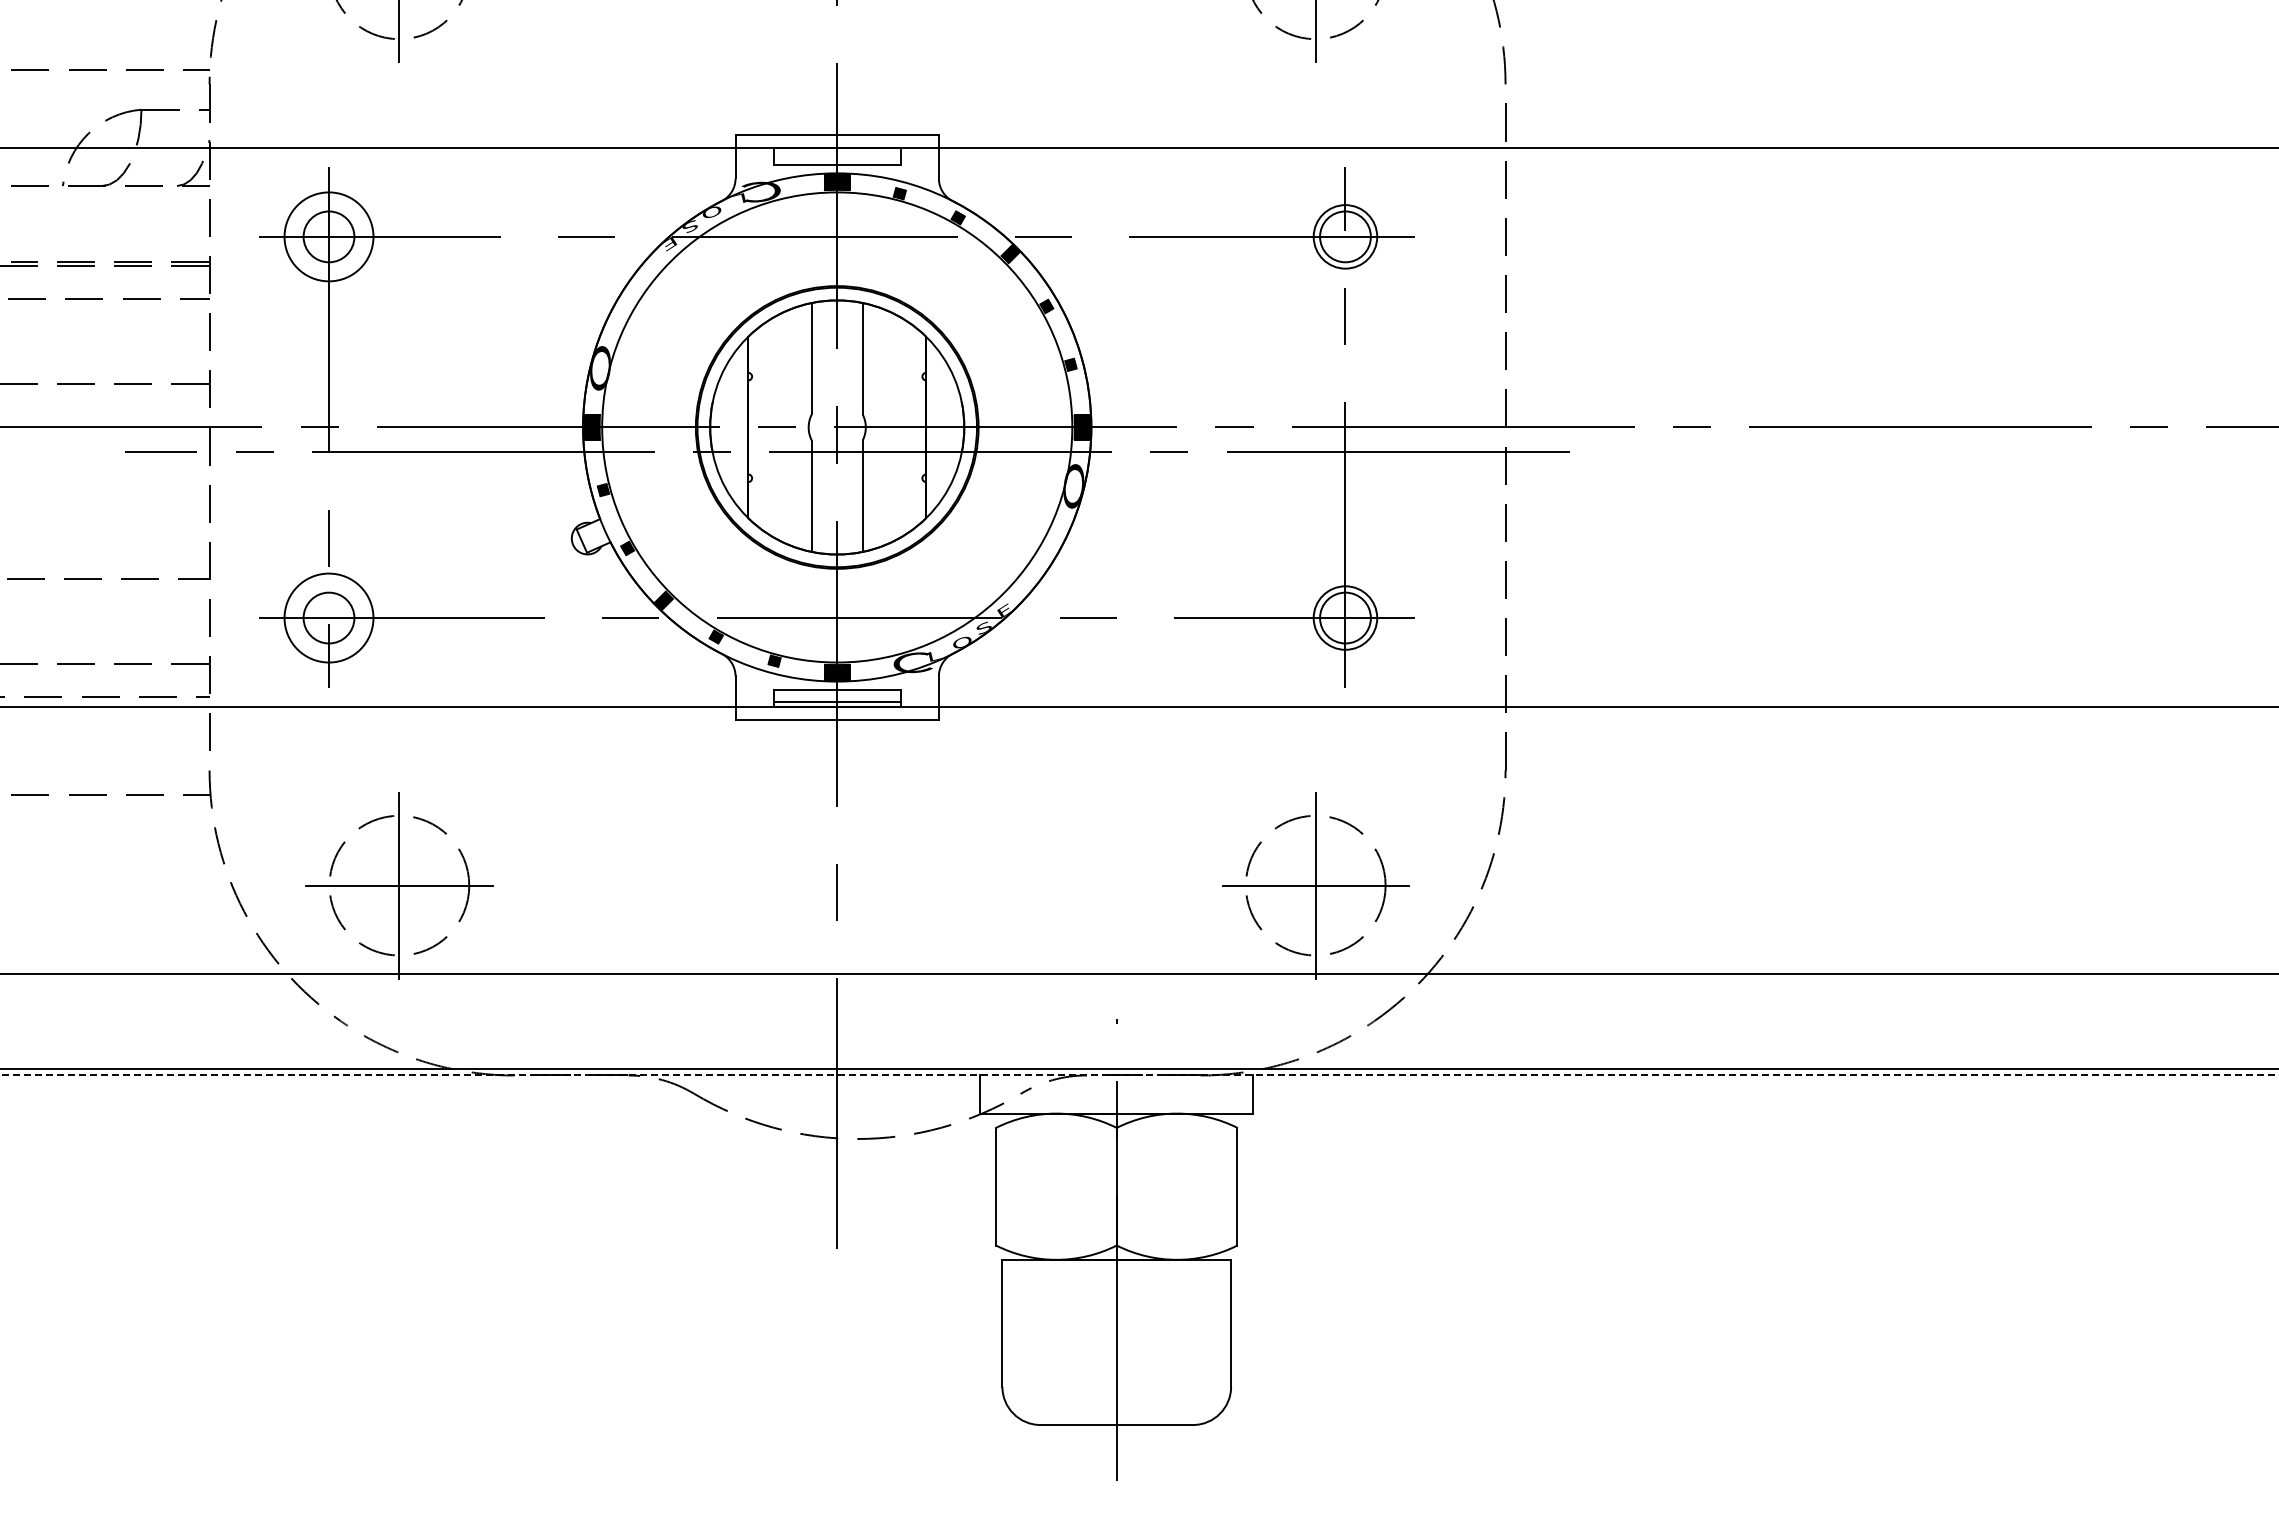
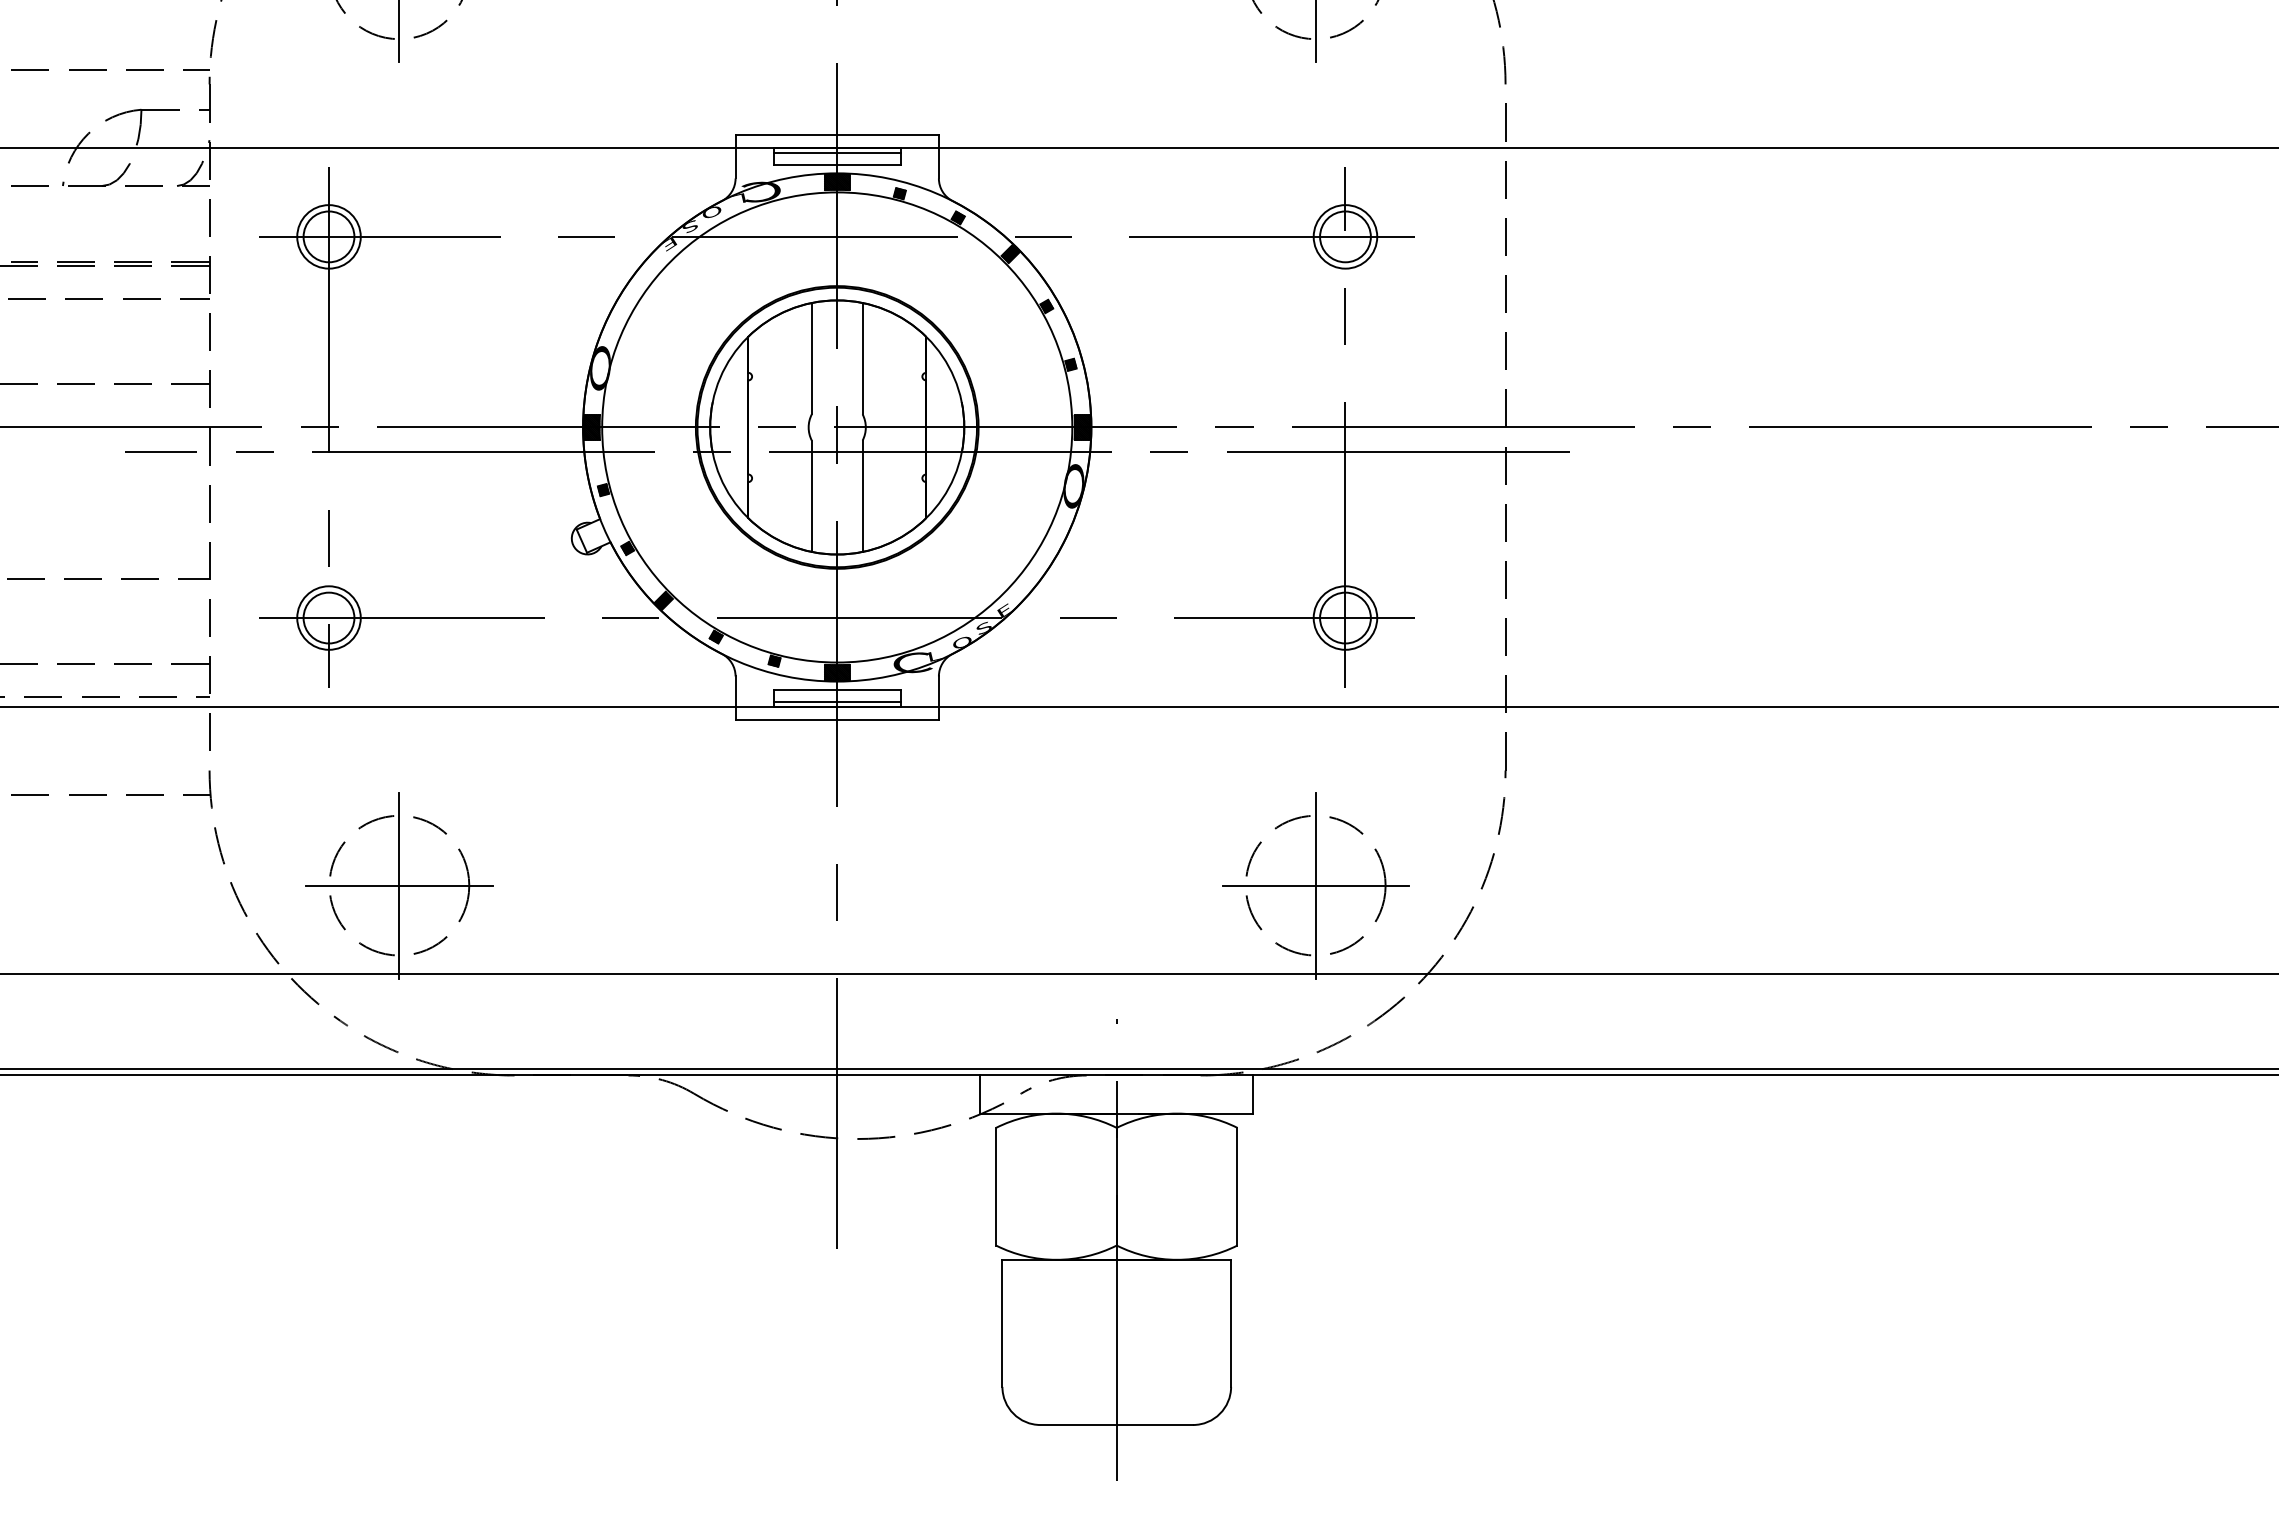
line at (836, 152): none -> present
circle at (328, 236) diameter: 89 px -> 64 px
circle at (328, 617) diameter: 89 px -> 64 px
line at (1139, 1075): dashed -> solid
